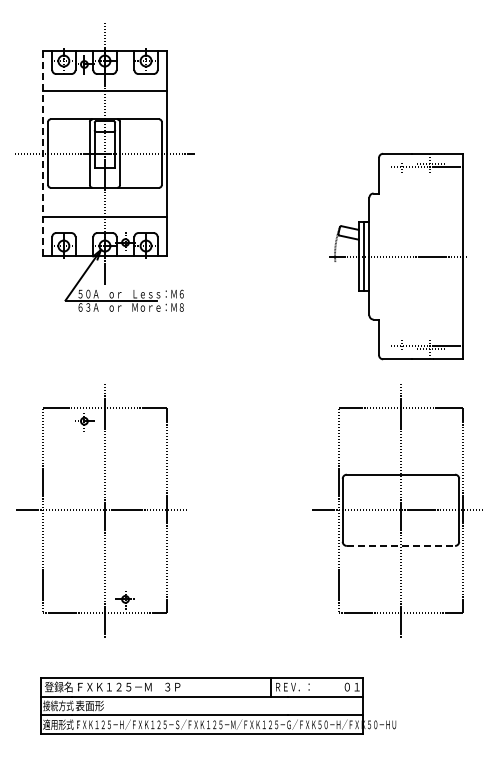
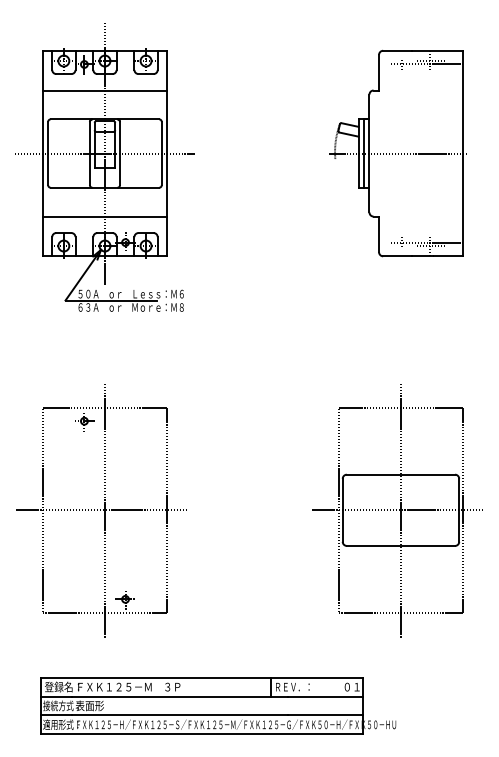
line at (43, 153): dashed -> solid
part at (397, 256) position: (397, 256) -> (397, 153)
line at (401, 545): dashed -> solid
